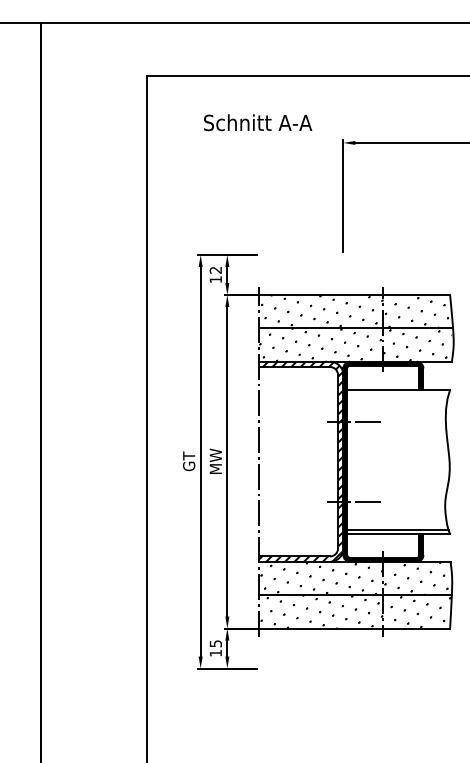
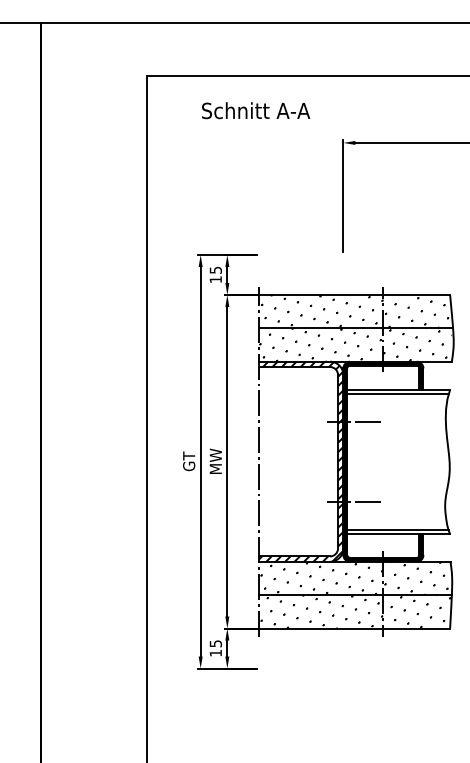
text at (258, 122) position: (258, 122) -> (256, 110)
text at (215, 270): 12 -> 15
line at (398, 393): none -> present
